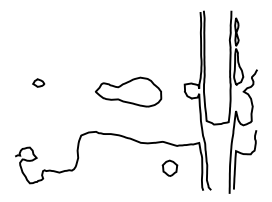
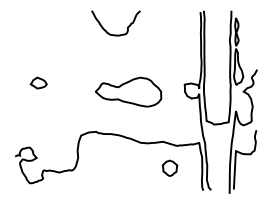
curve at (115, 34): none -> present
part at (38, 82) size: 14x10 px -> 19x14 px
